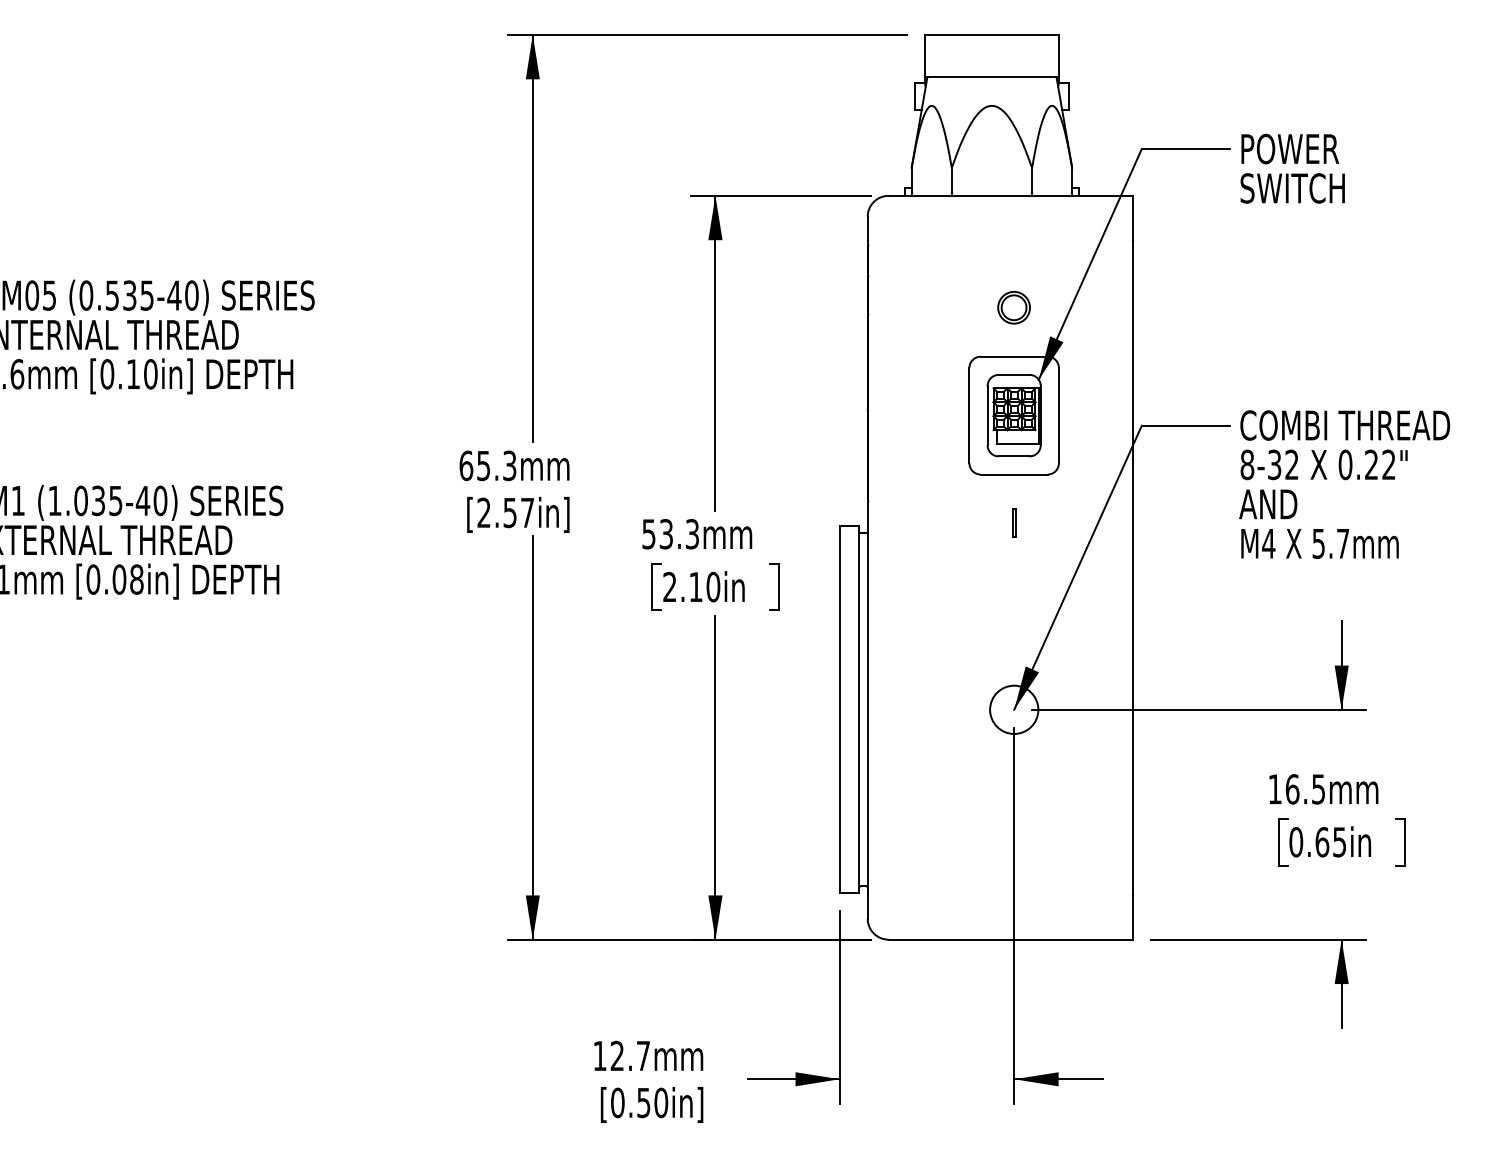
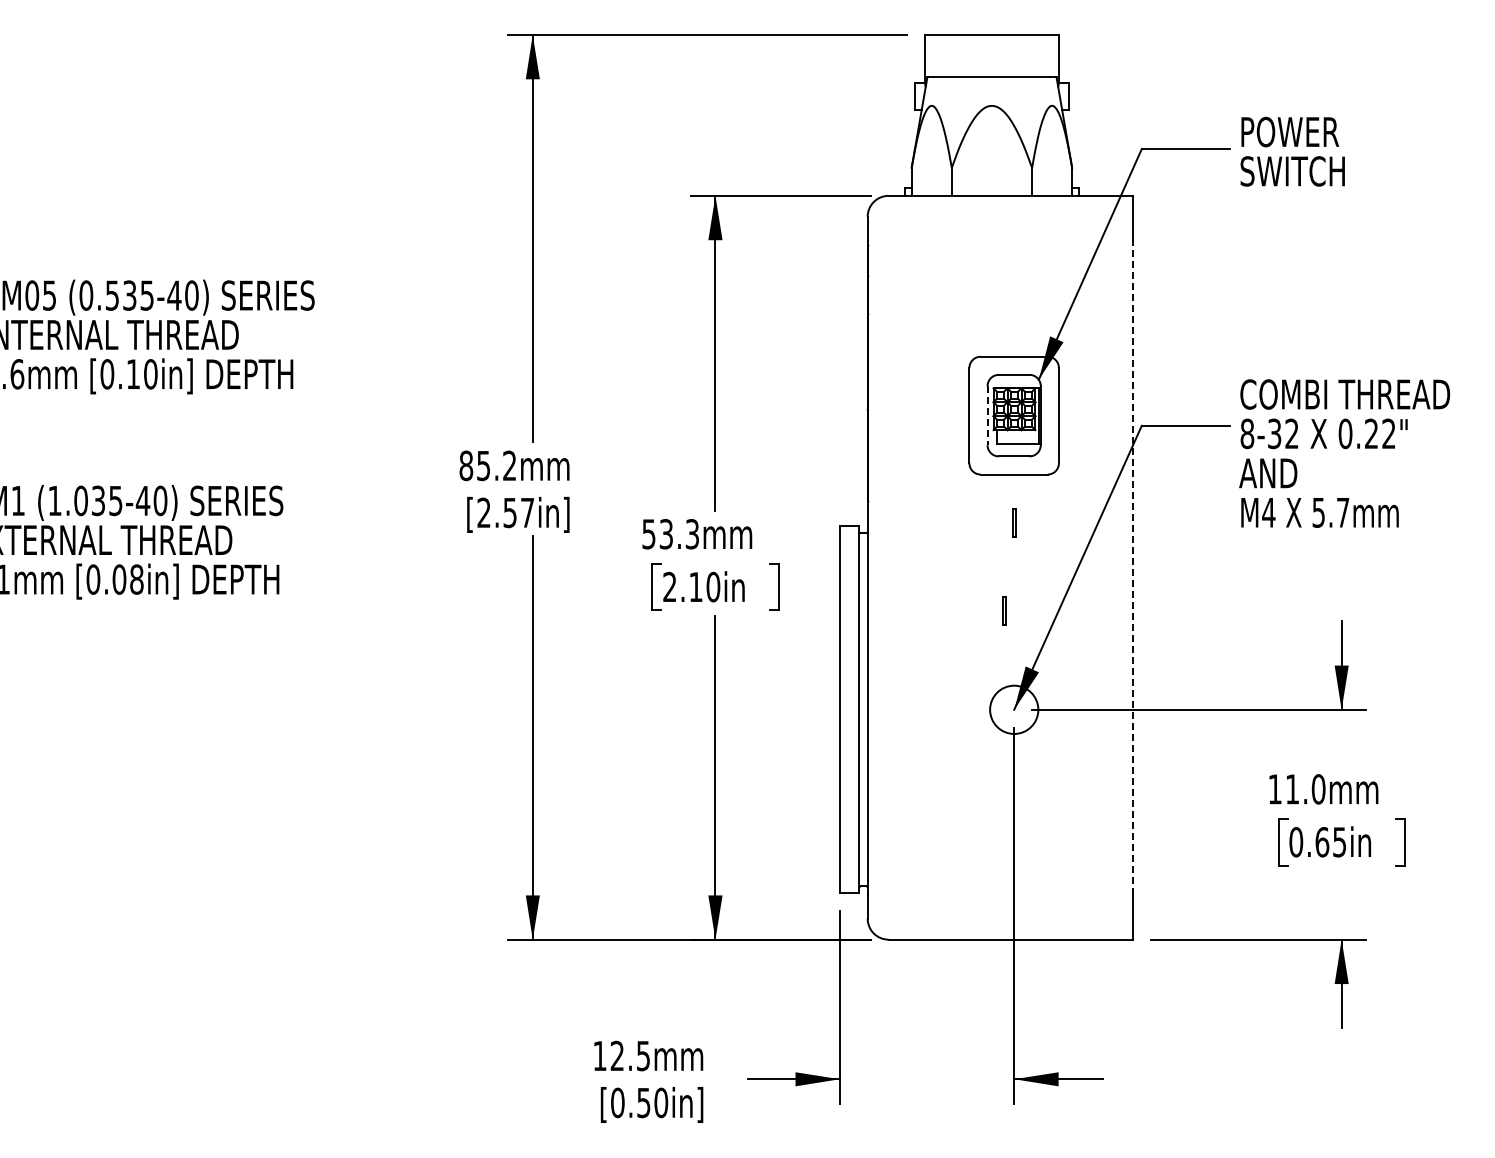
text at (1292, 168) position: (1292, 168) -> (1292, 151)
part at (1013, 307): present -> none
line at (987, 415): solid -> dashed
text at (487, 465): 65.3mm -> 85.2mm
text at (1344, 484) position: (1344, 484) -> (1344, 453)
line at (1132, 567): solid -> dashed
line at (1003, 610): none -> present
text at (1305, 789): 16.5mm -> 11.0mm
text at (643, 1056): 12.7mm -> 12.5mm
